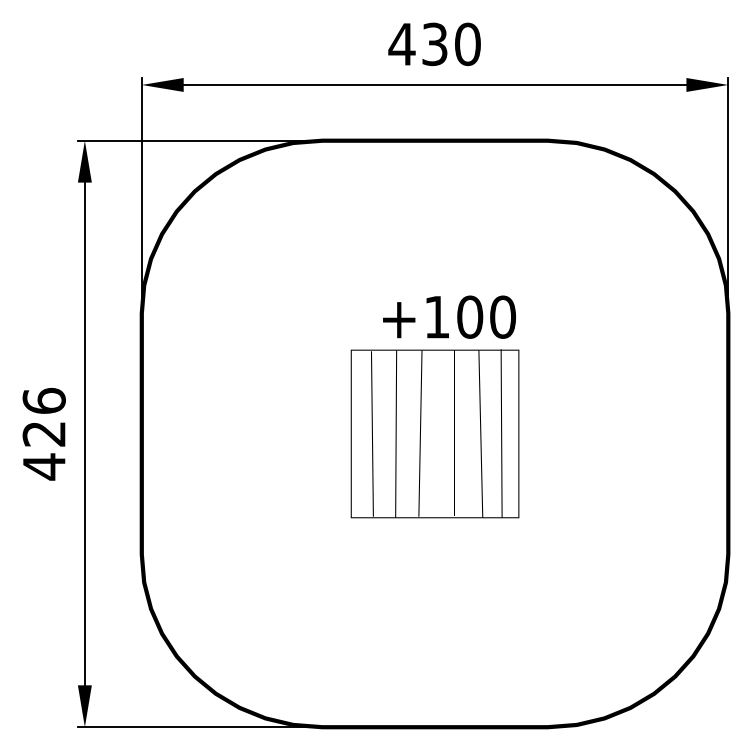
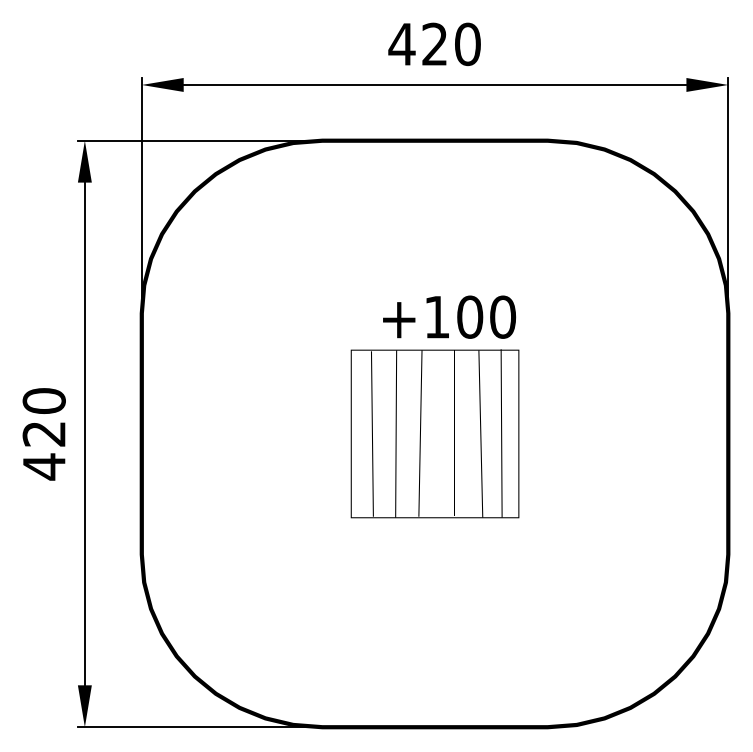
text at (434, 44): 430 -> 420
text at (43, 400): 426 -> 420
